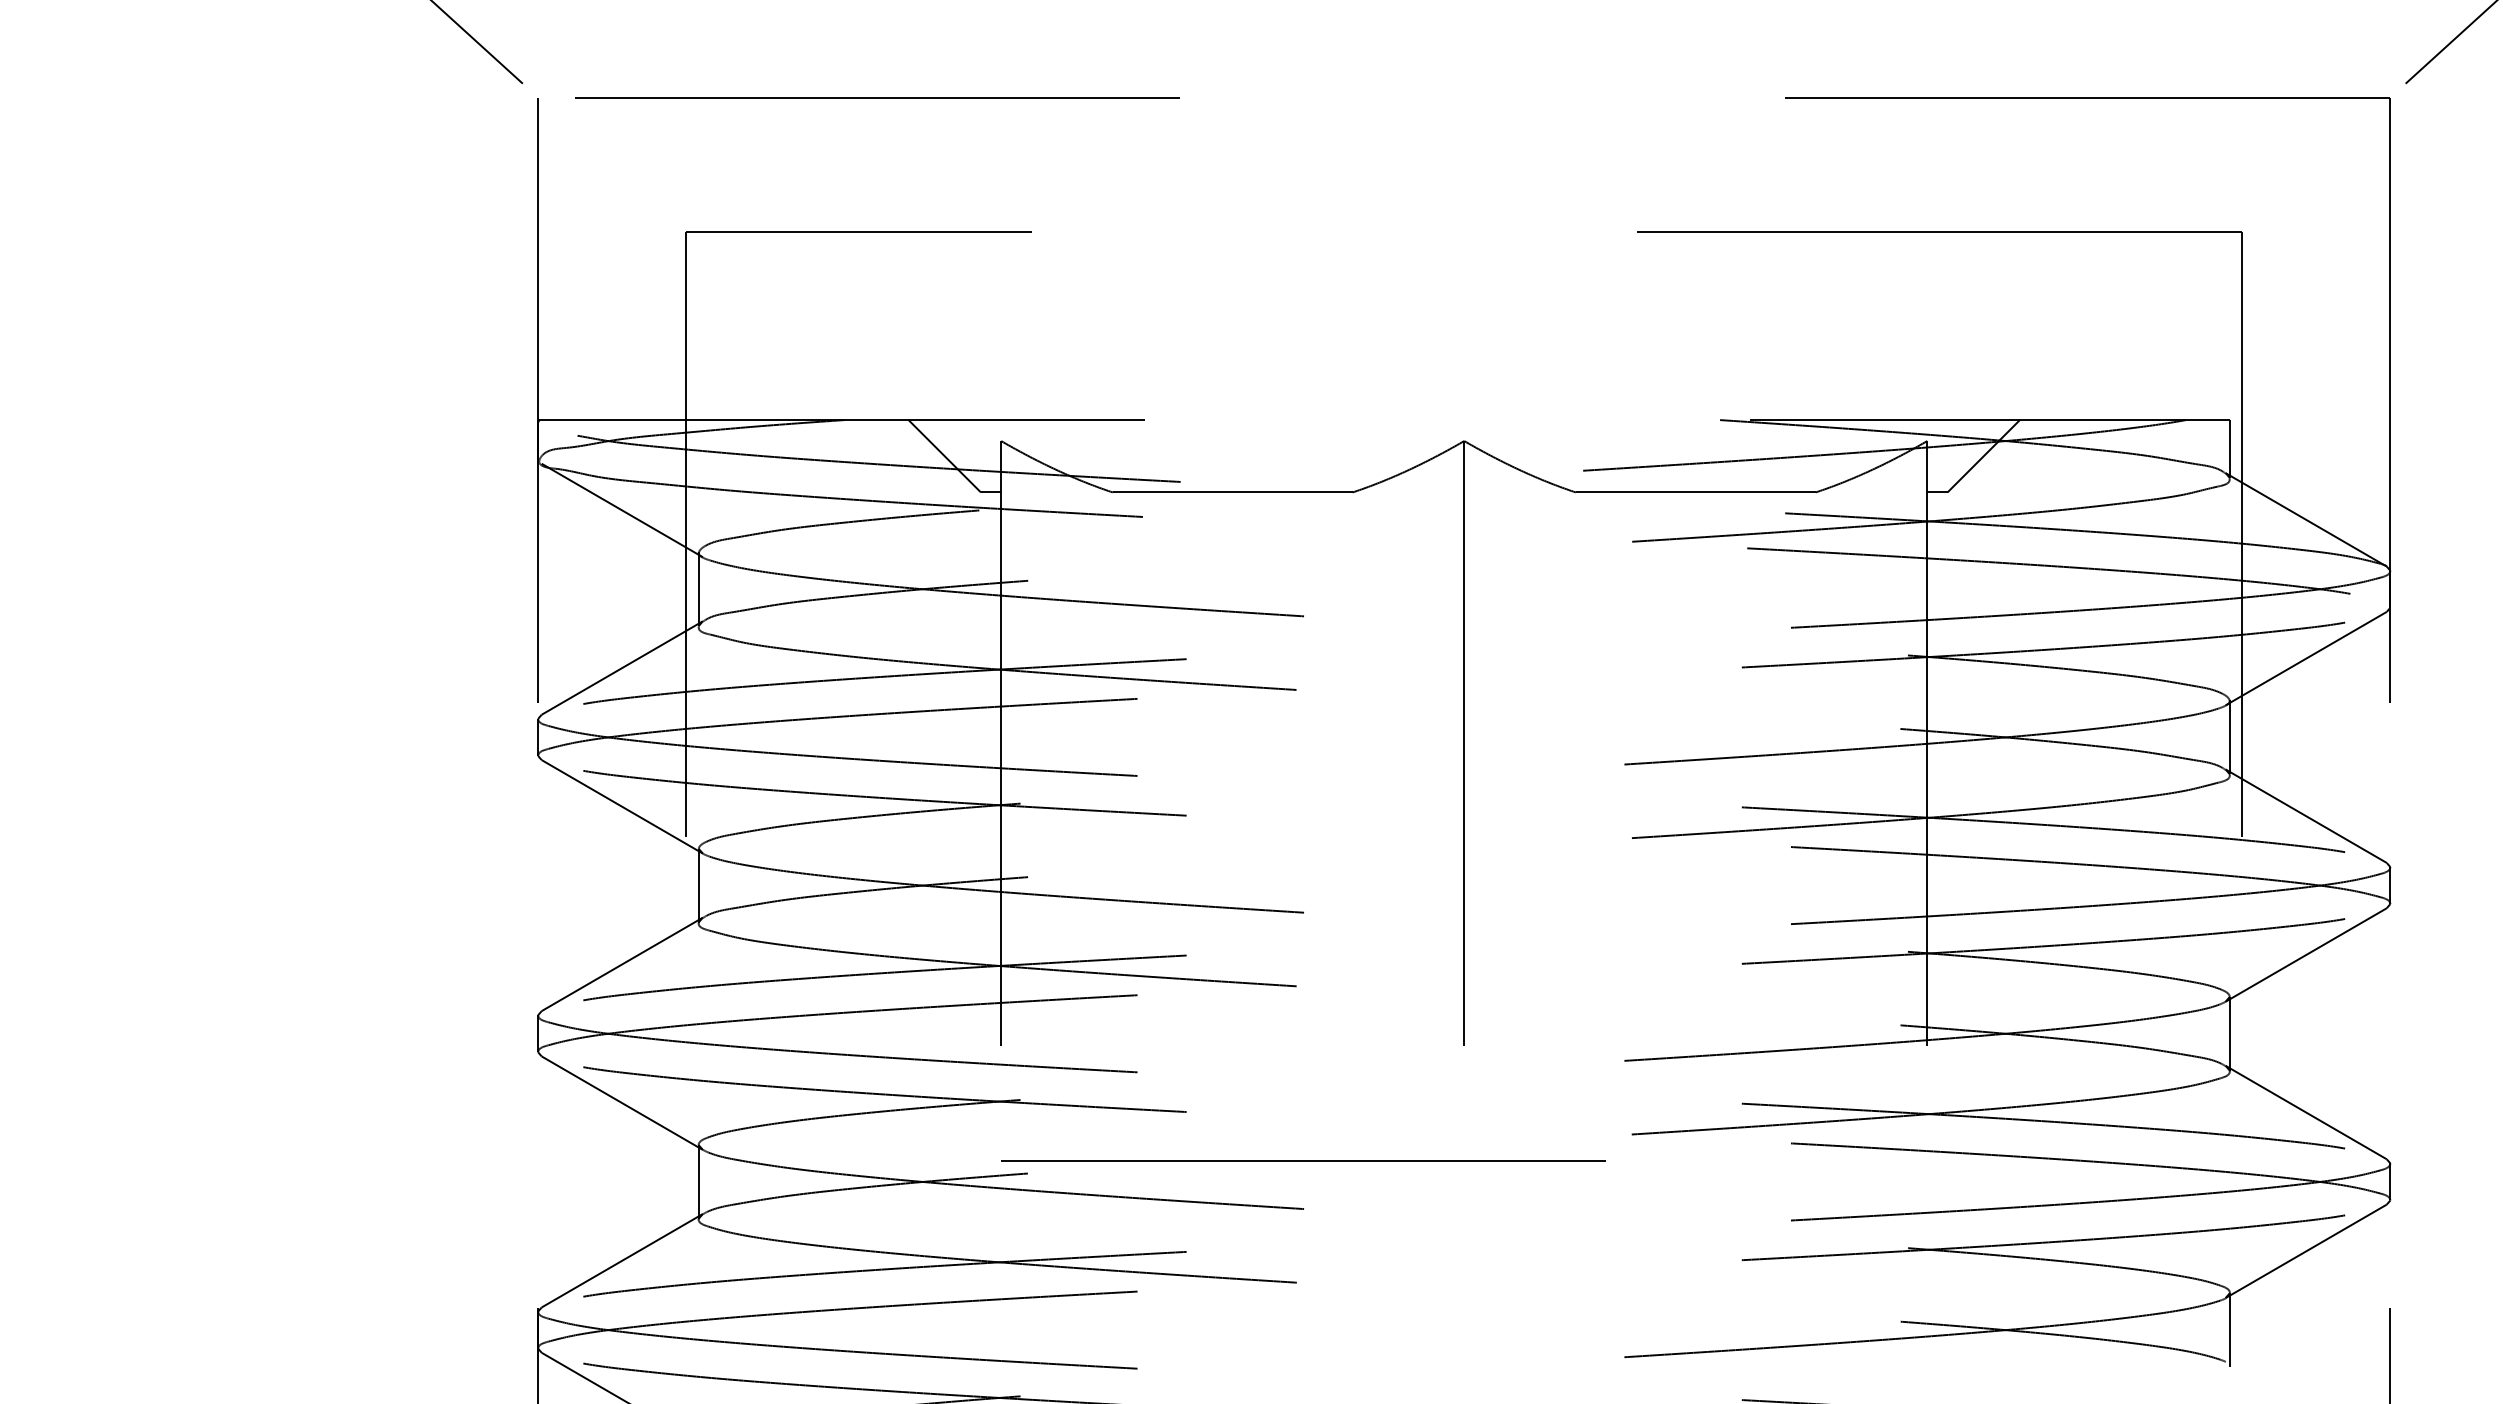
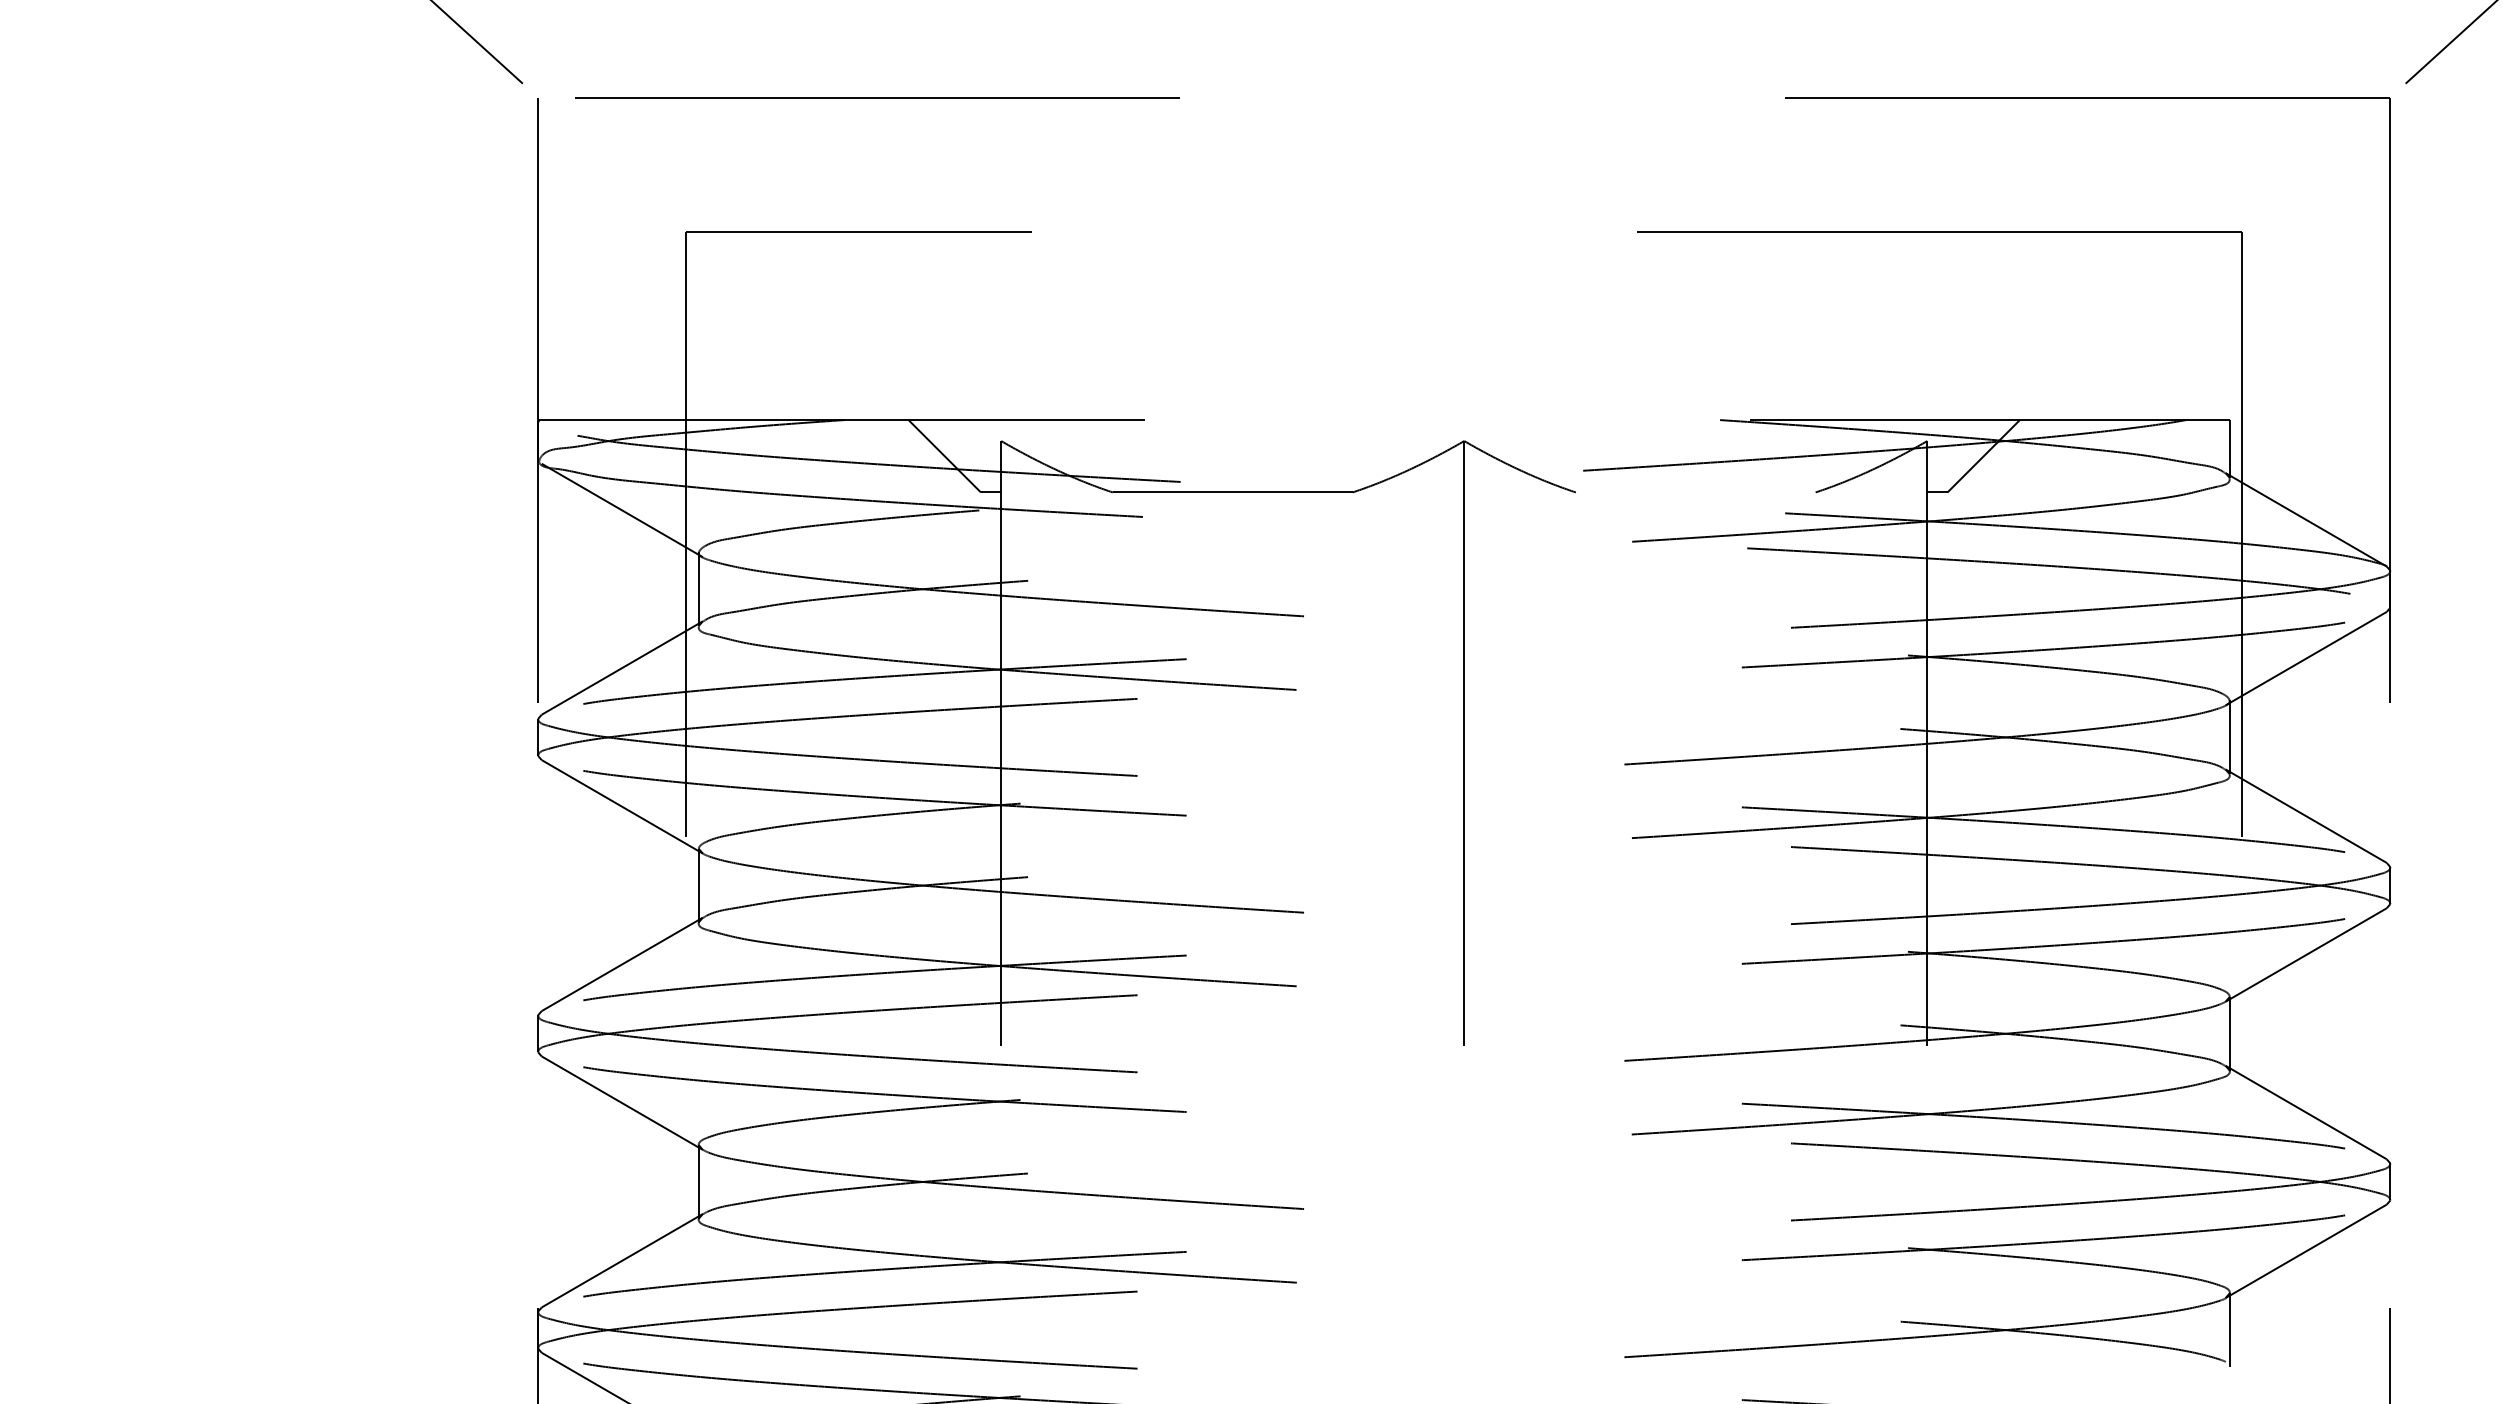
line at (1695, 492): present -> none
line at (1303, 1160): present -> none
